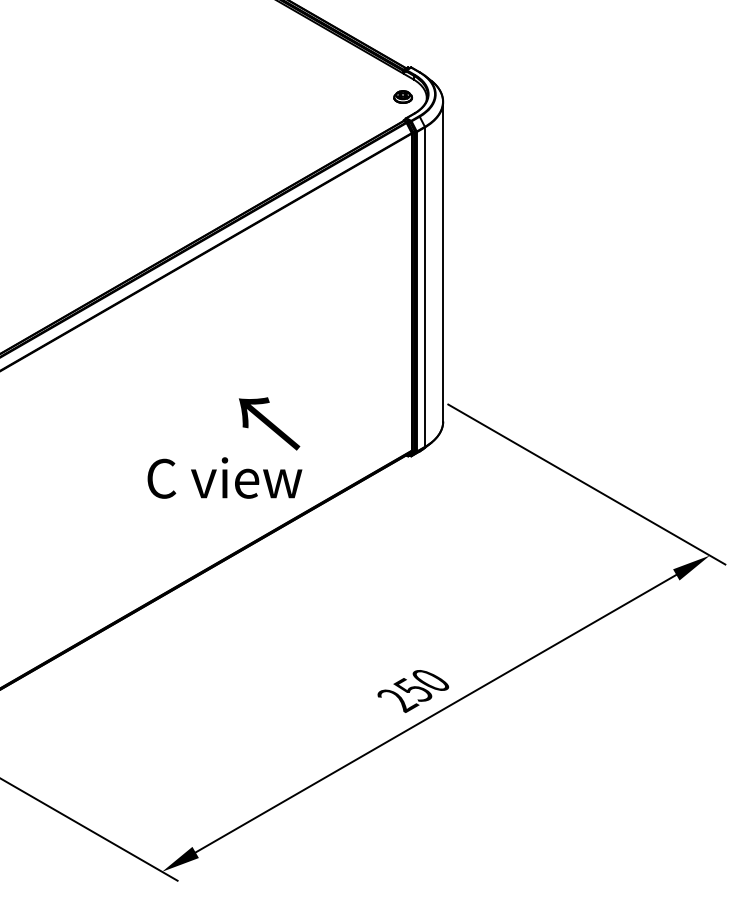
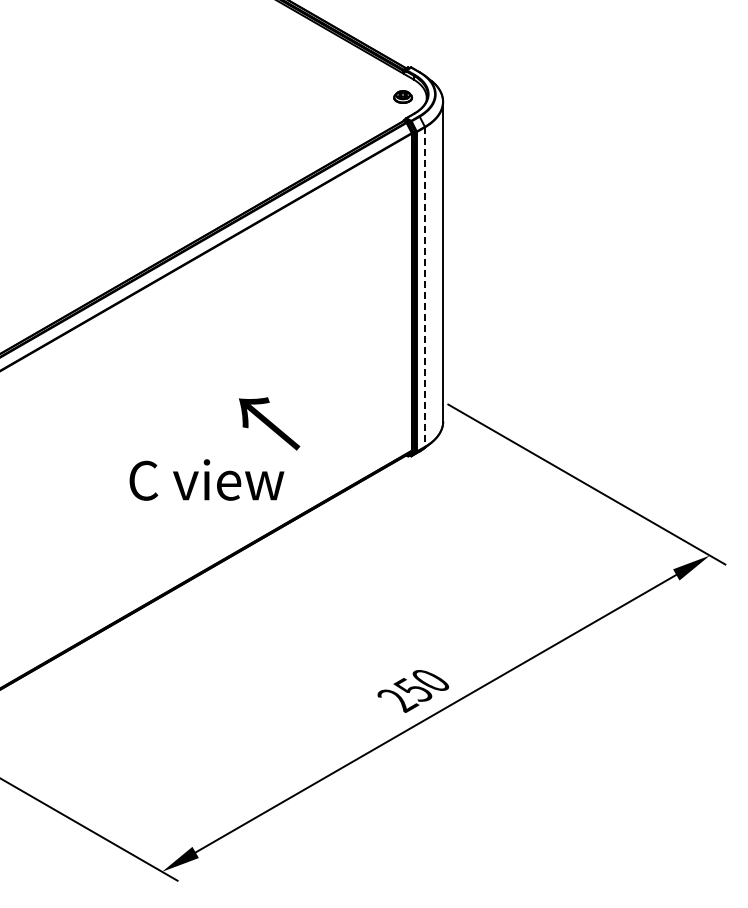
line at (425, 287): solid -> dashed
text at (224, 477) position: (224, 477) -> (206, 479)
